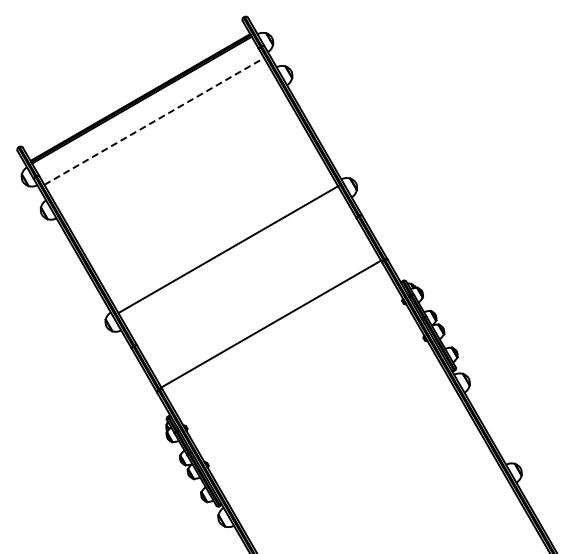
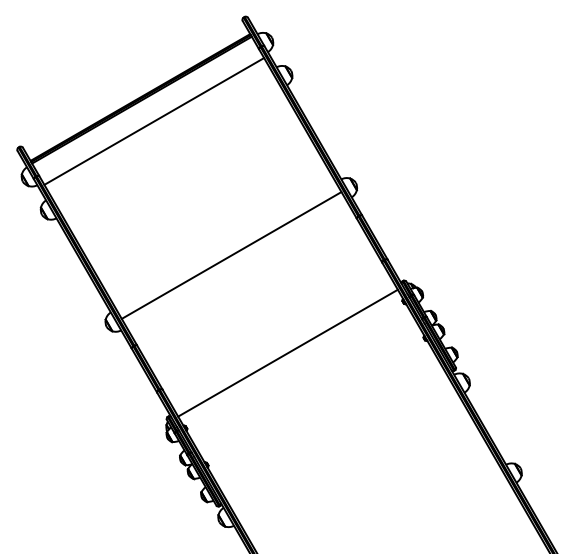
line at (154, 121): dashed -> solid
line at (228, 249) position: (228, 249) -> (231, 255)
line at (270, 323) position: (270, 323) -> (287, 352)
